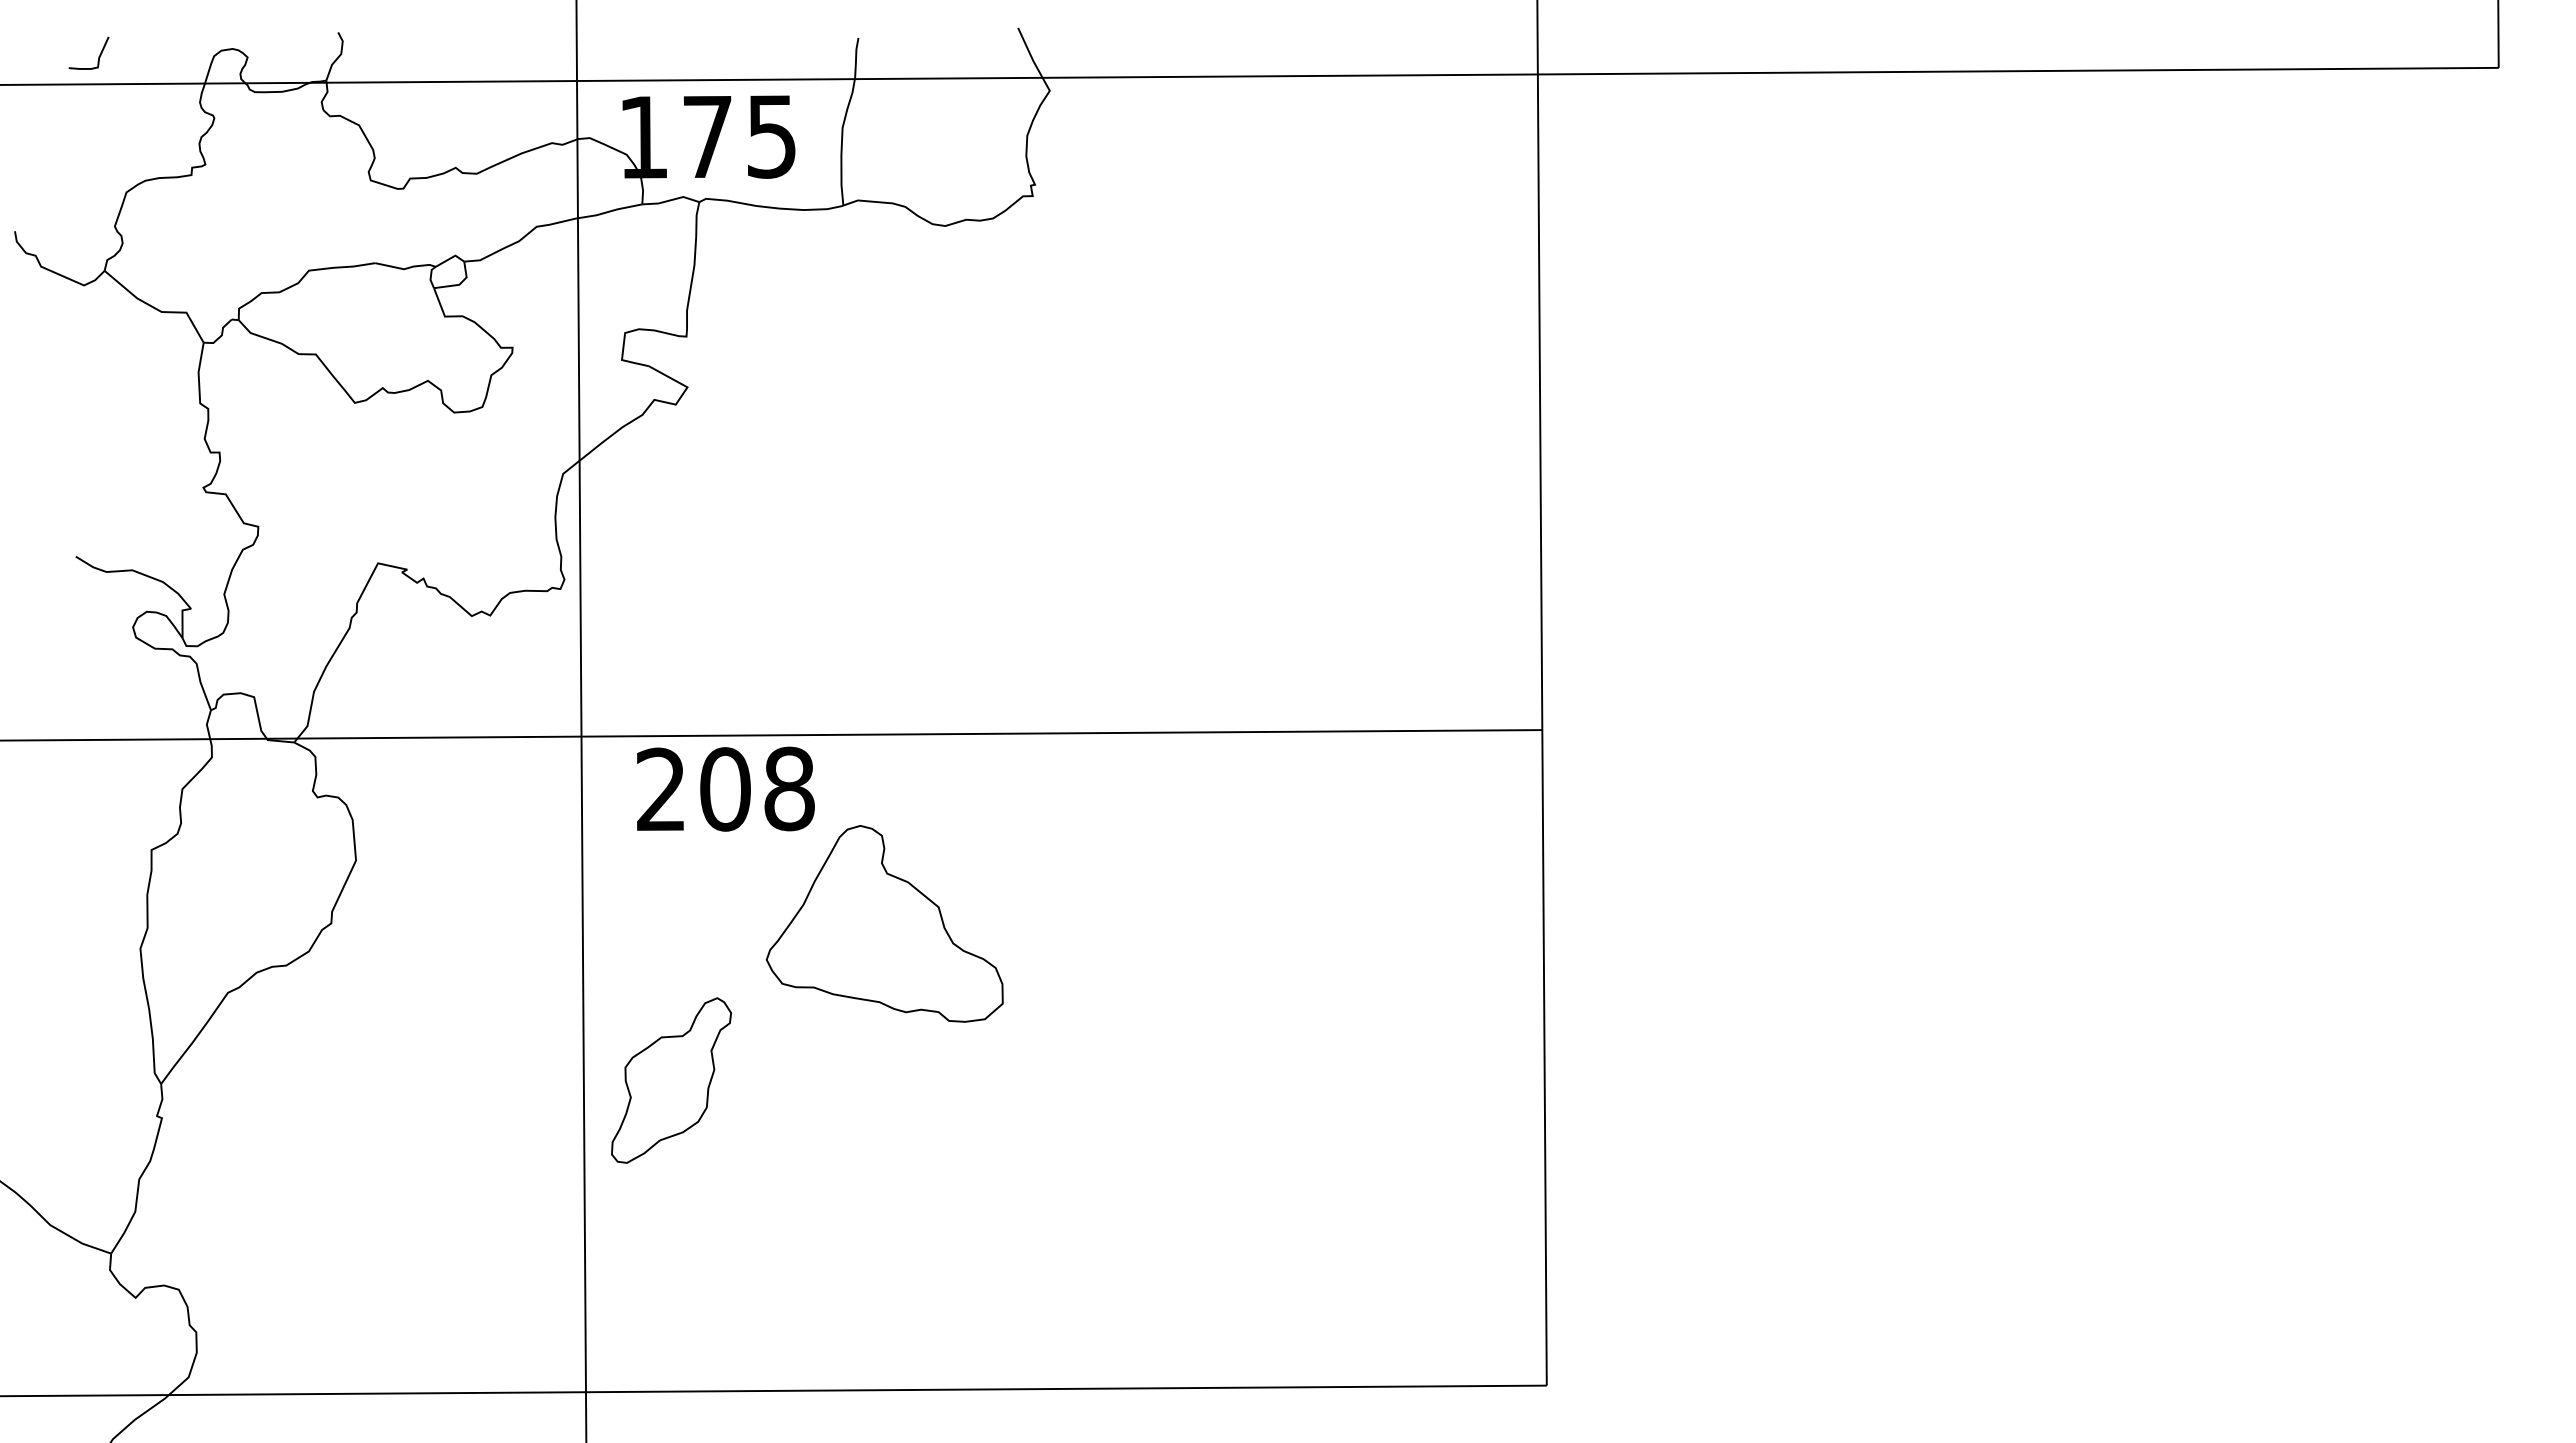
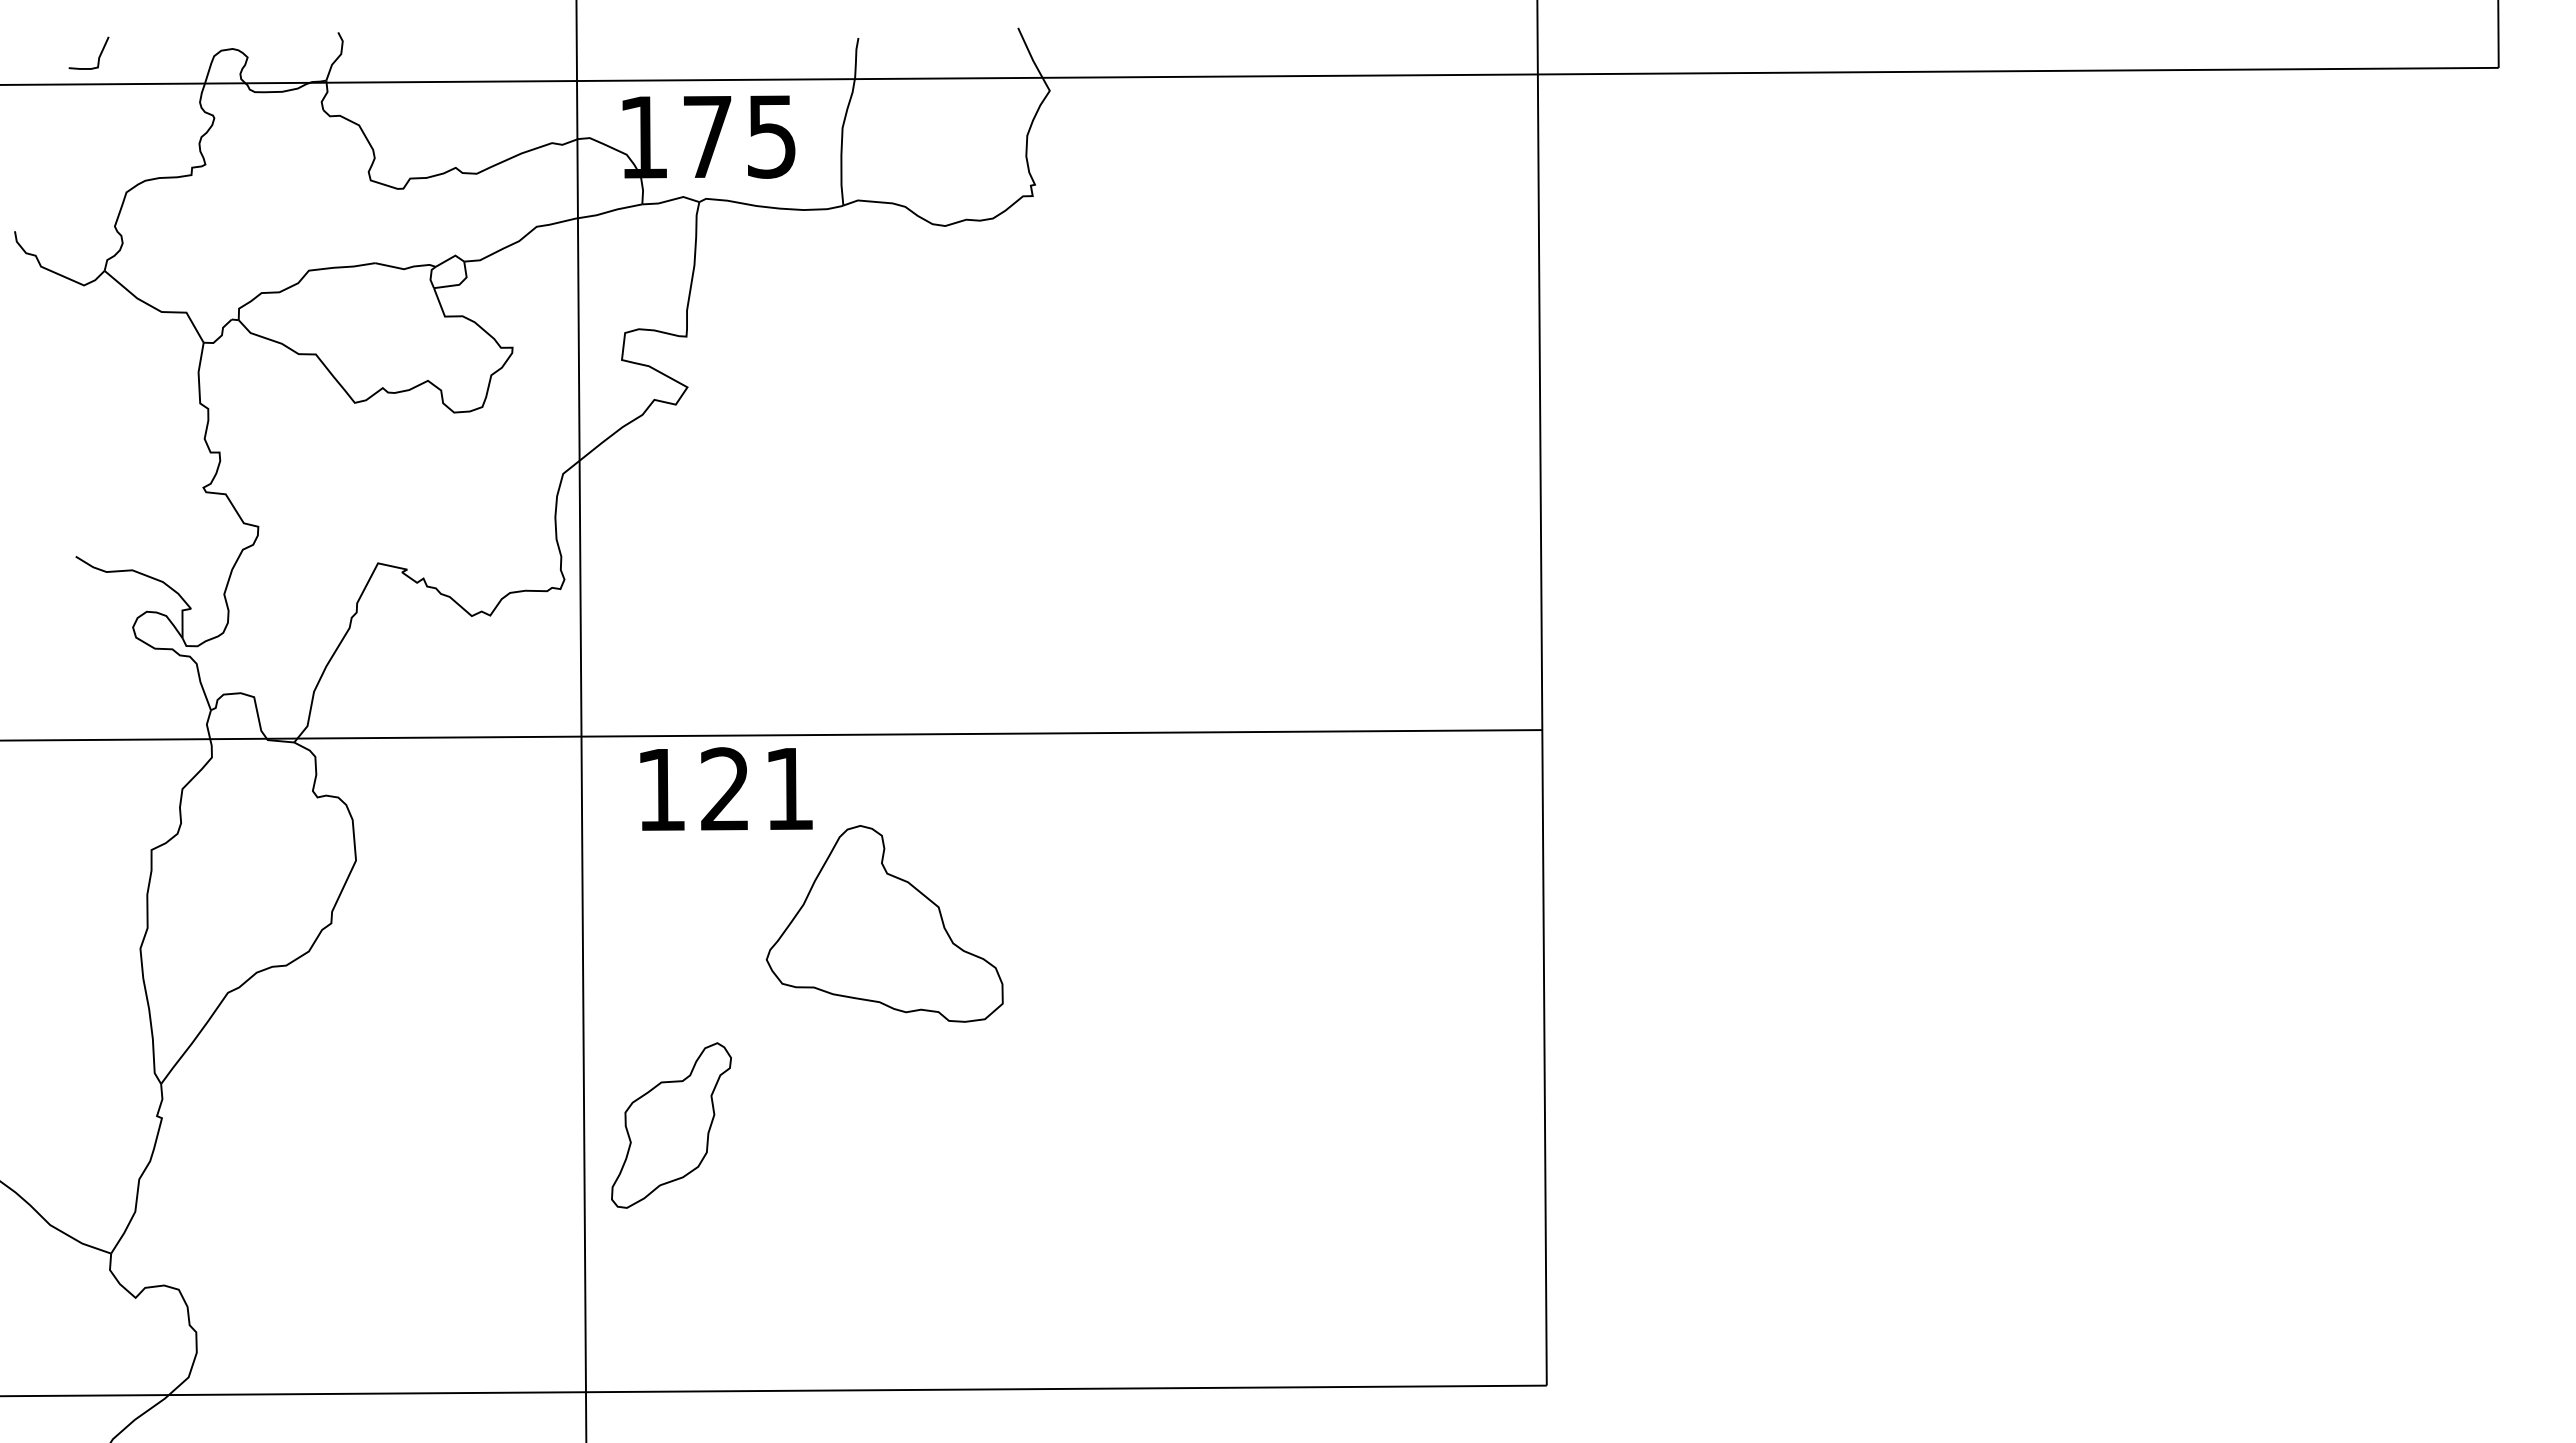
text at (725, 788): 208 -> 121
part at (671, 1080) position: (671, 1080) -> (671, 1125)
